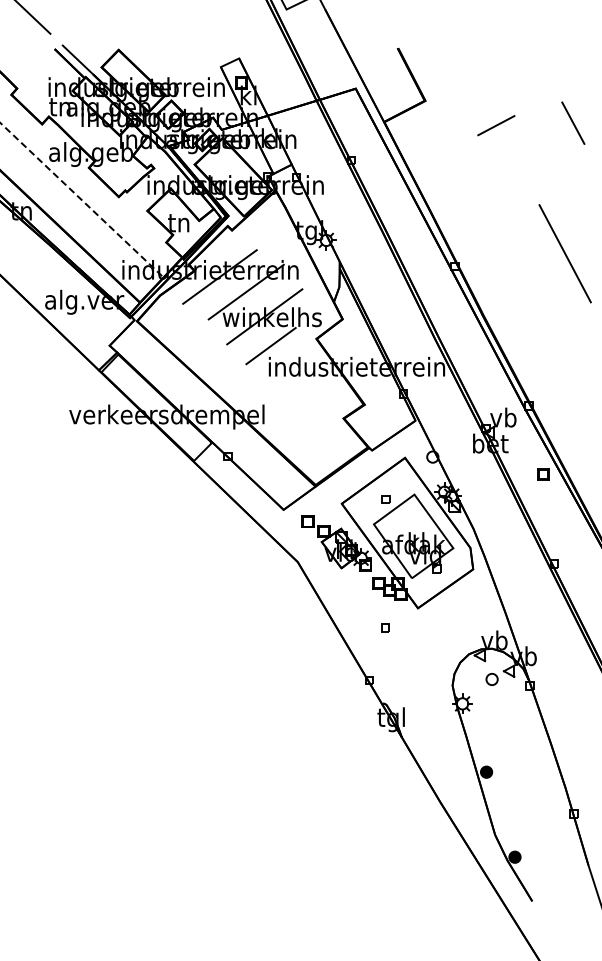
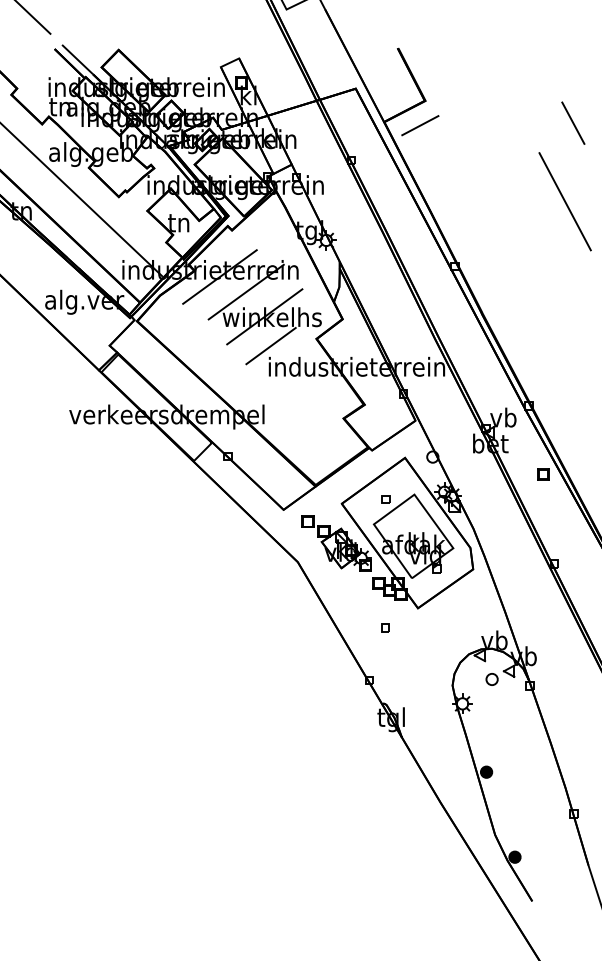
line at (496, 125) position: (496, 125) -> (420, 125)
line at (80, 199): dashed -> solid
line at (564, 253) position: (564, 253) -> (564, 201)
